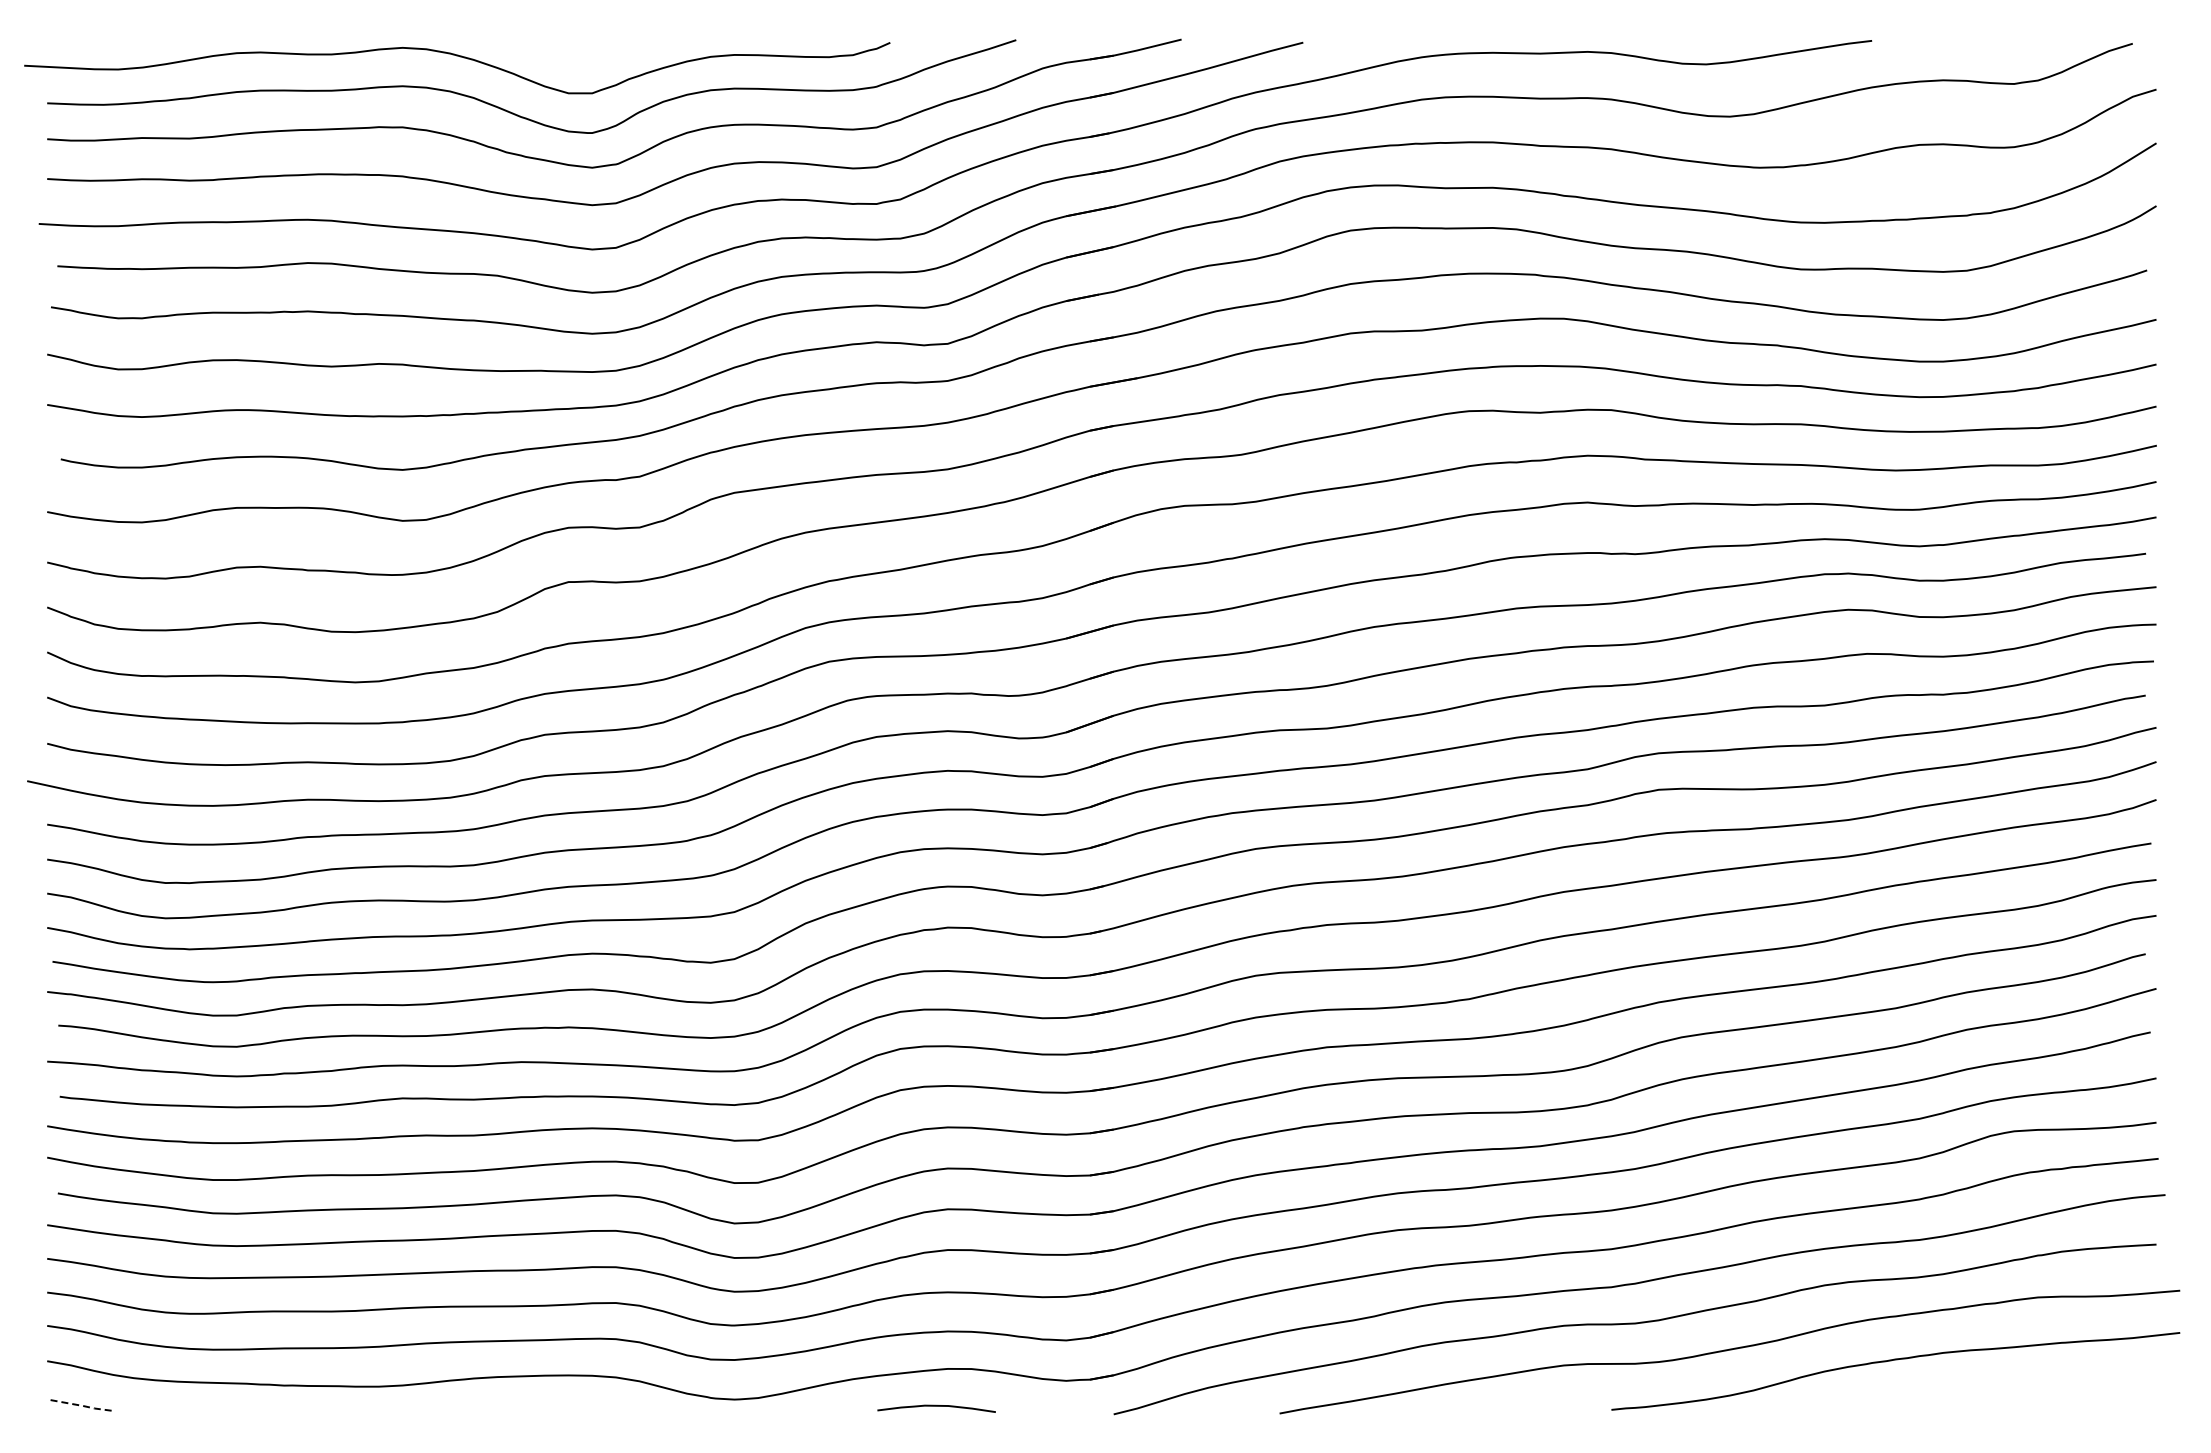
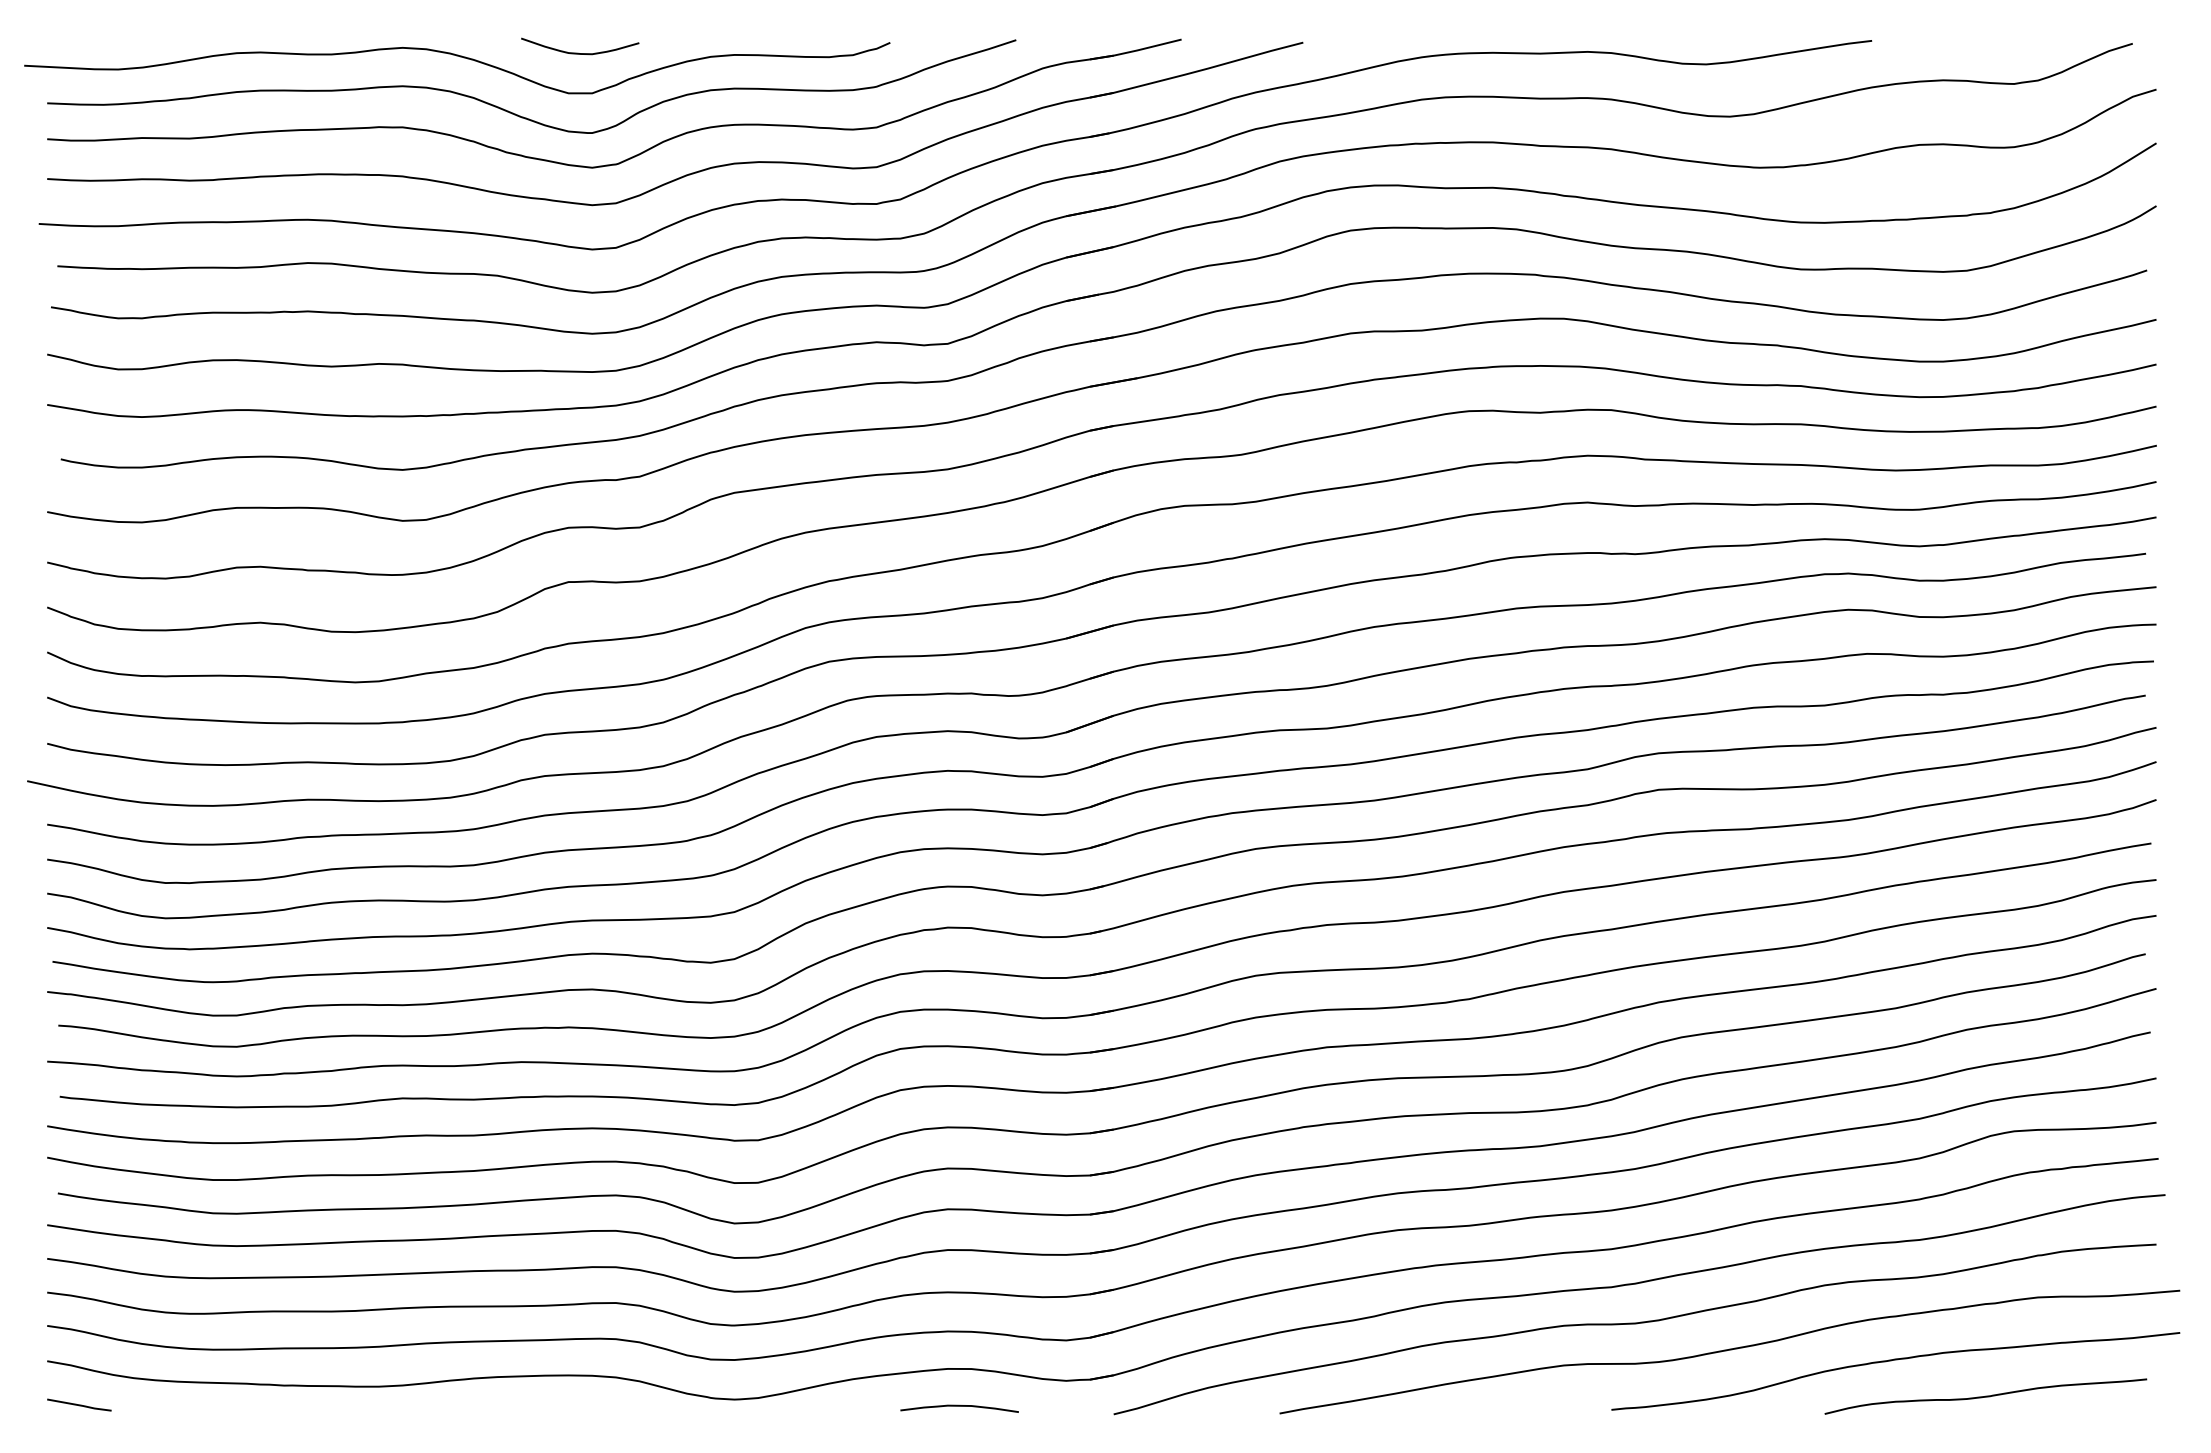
curve at (578, 52): none -> present
curve at (1985, 1396): none -> present
line at (80, 1405): dashed -> solid
curve at (936, 1406) position: (936, 1406) -> (959, 1406)
